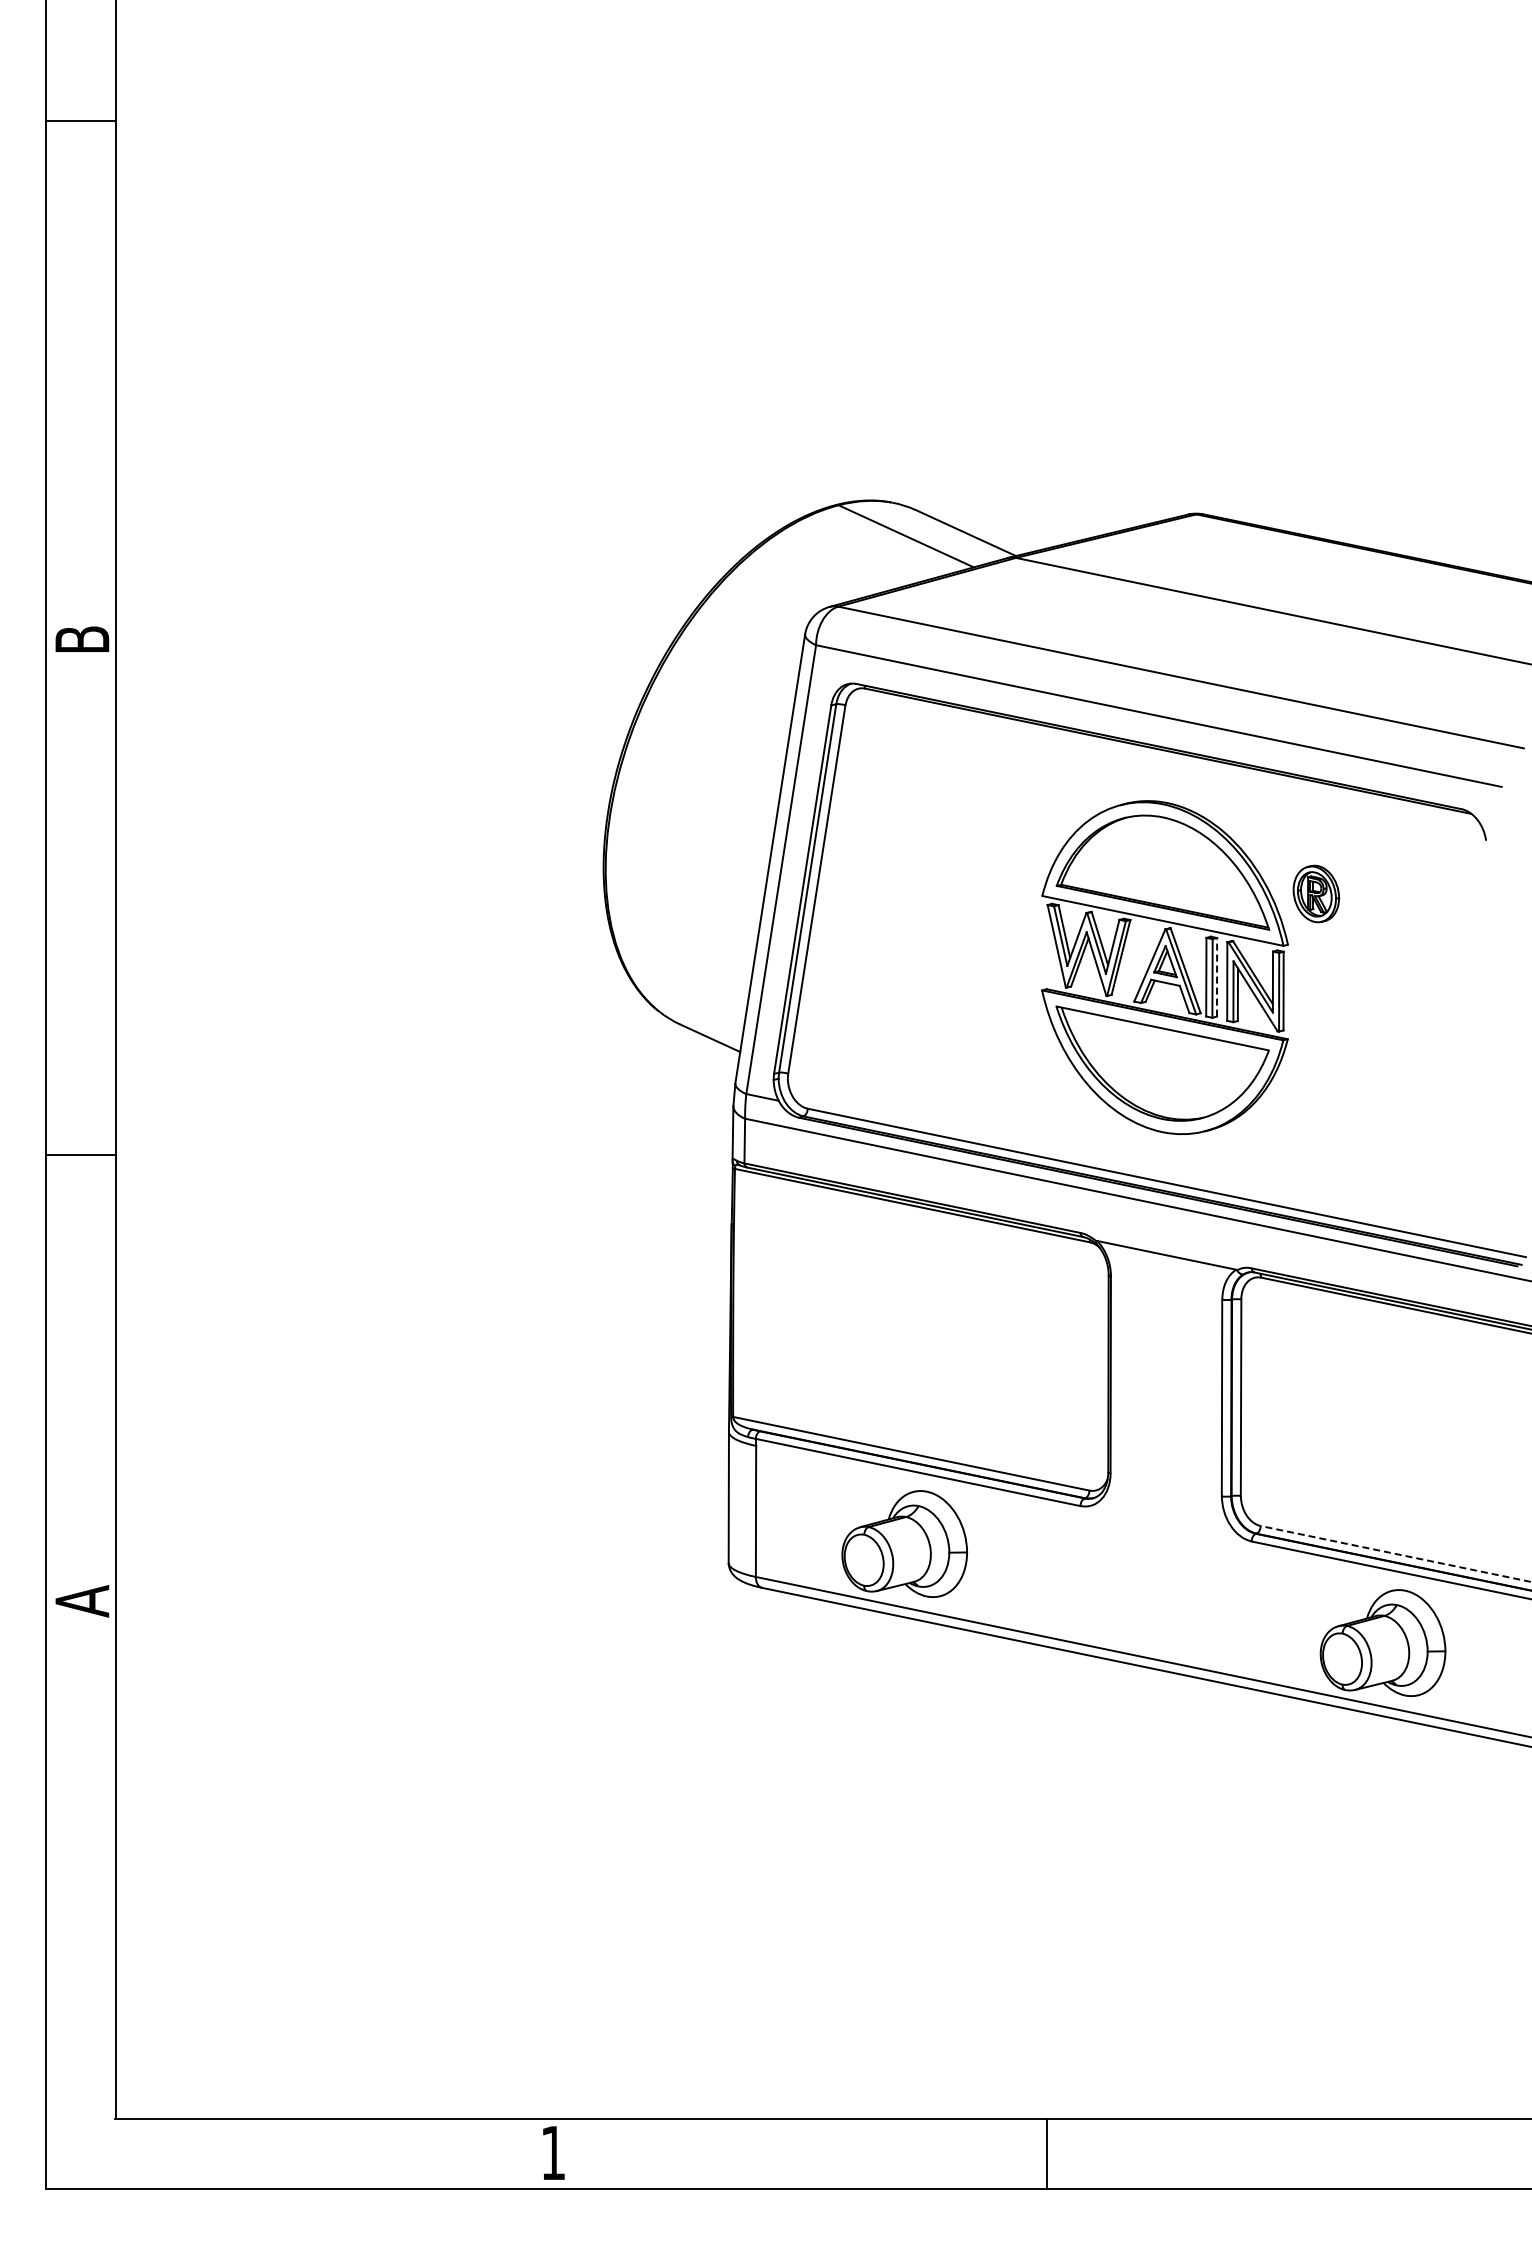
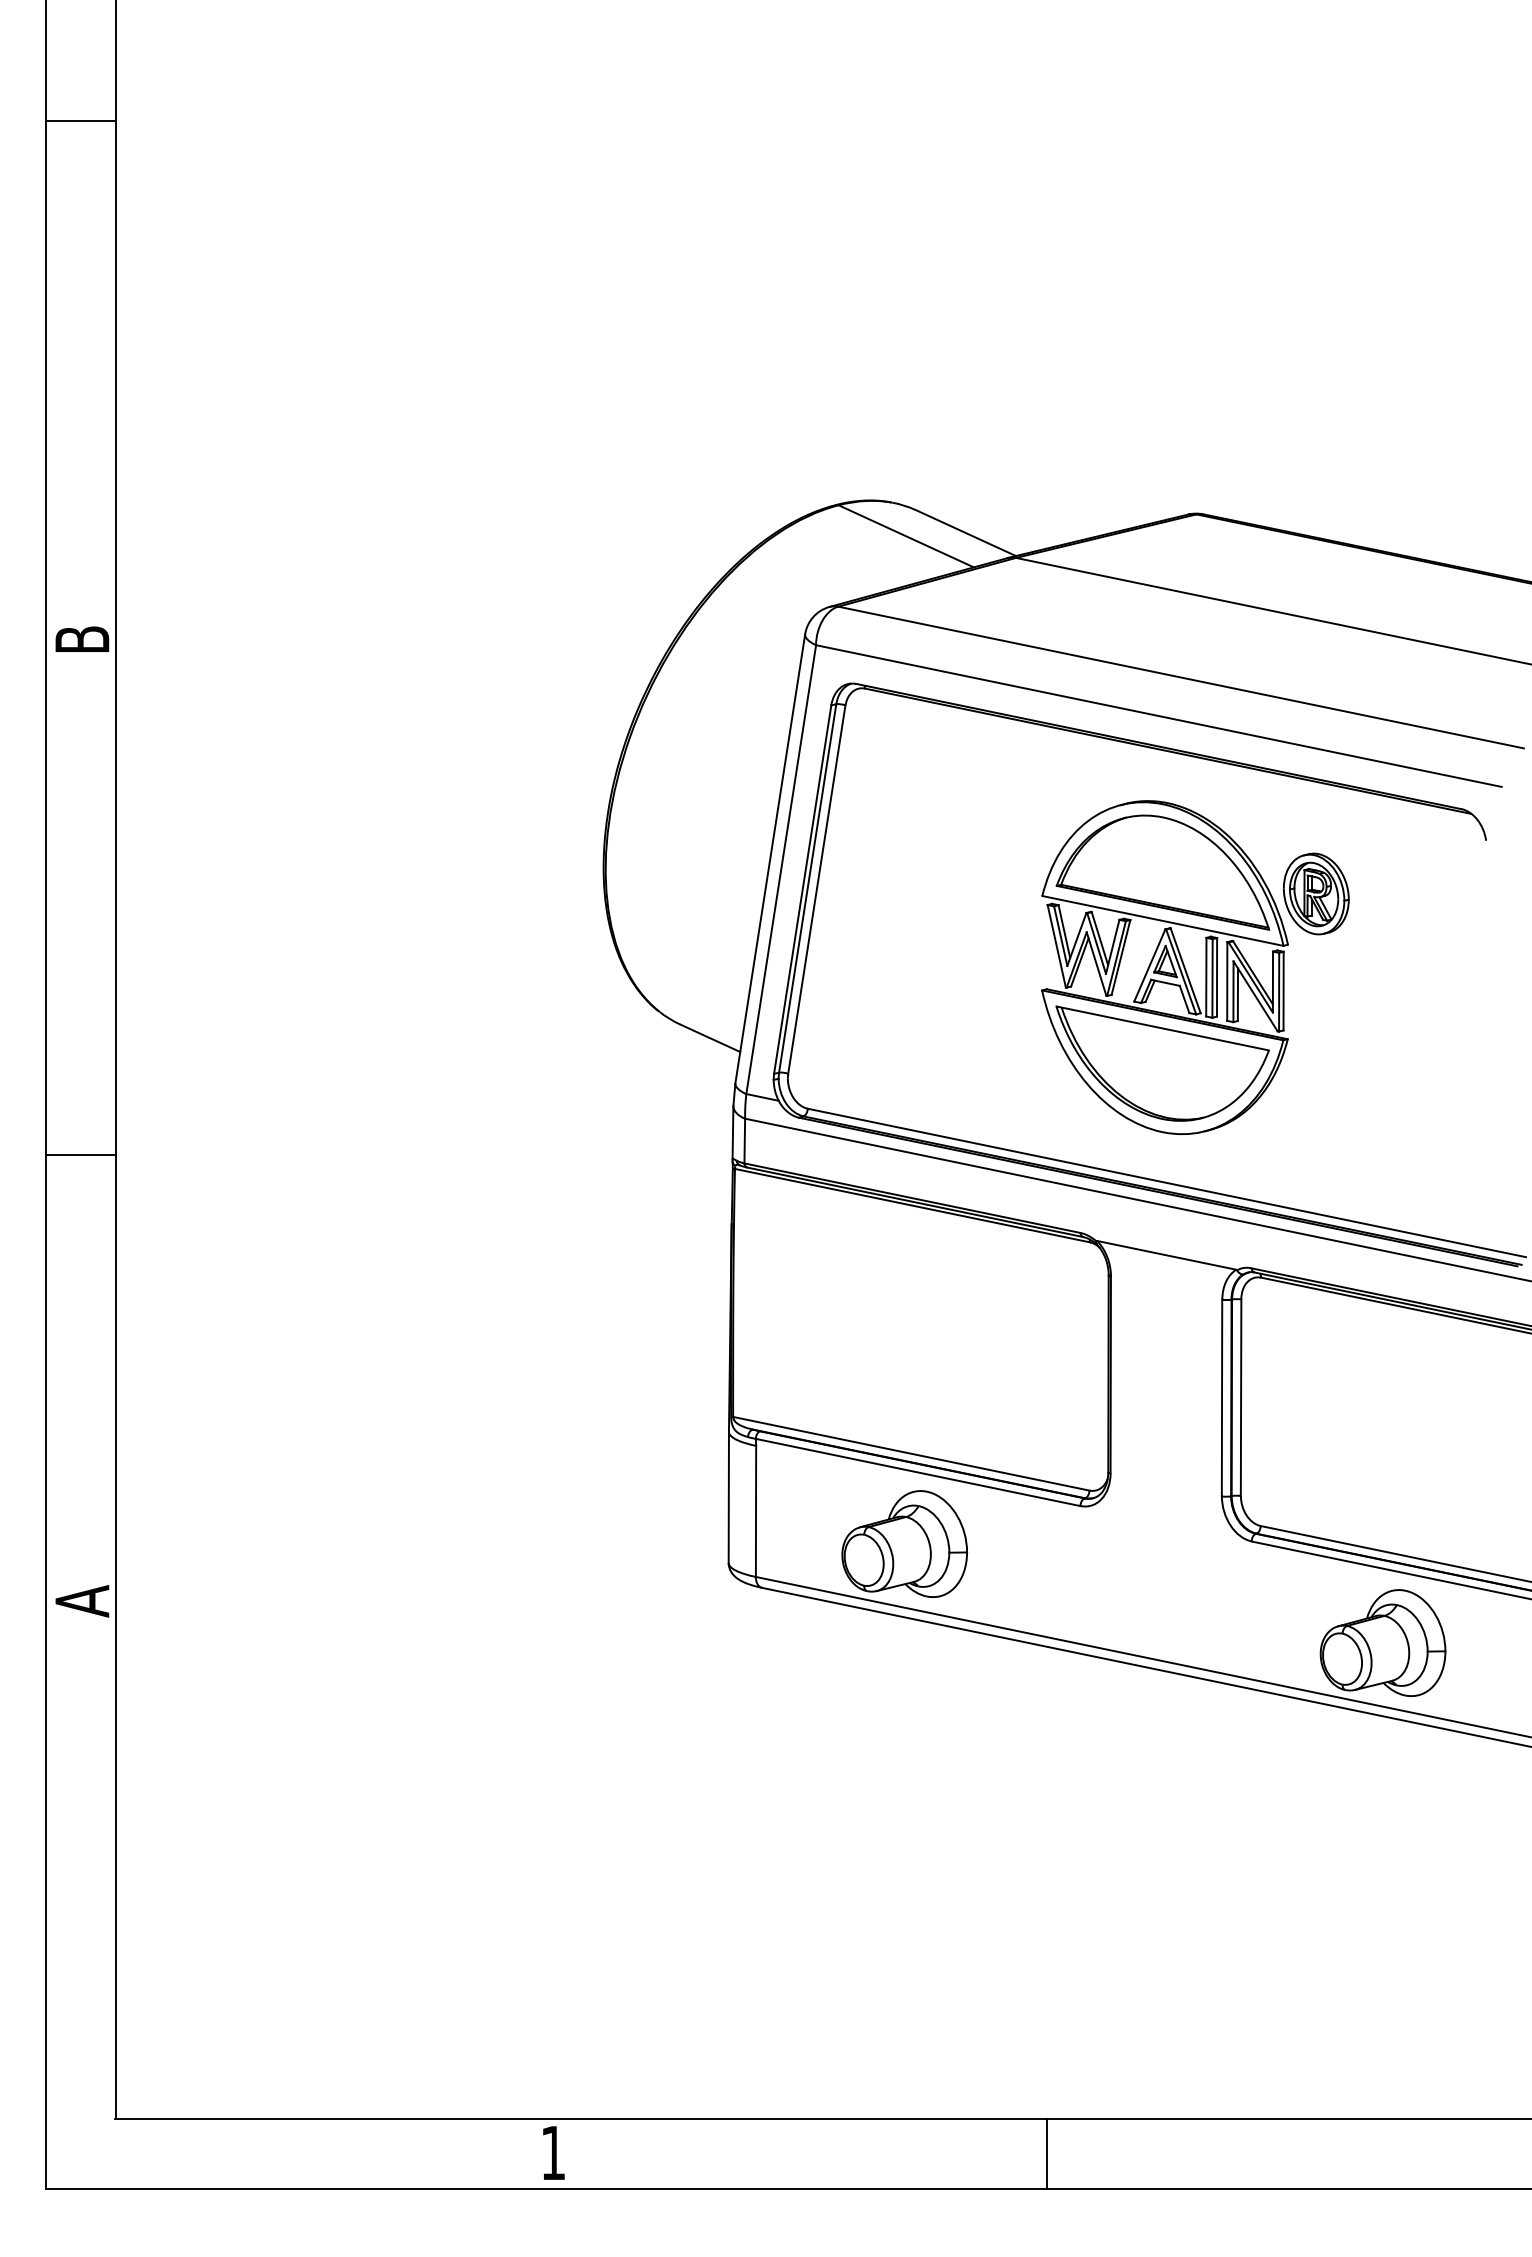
part at (1316, 893) size: 49x60 px -> 67x84 px
line at (1217, 976): dashed -> solid
line at (1395, 1553): dashed -> solid
